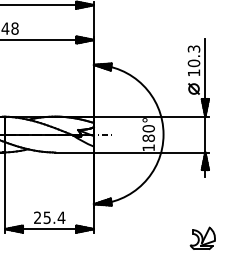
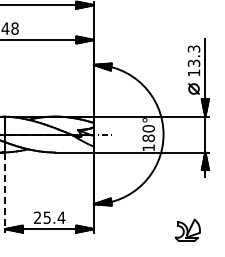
text at (193, 63): 10.3 -> 13.3
line at (5, 193): solid -> dashed
part at (202, 237) position: (202, 237) -> (187, 229)
